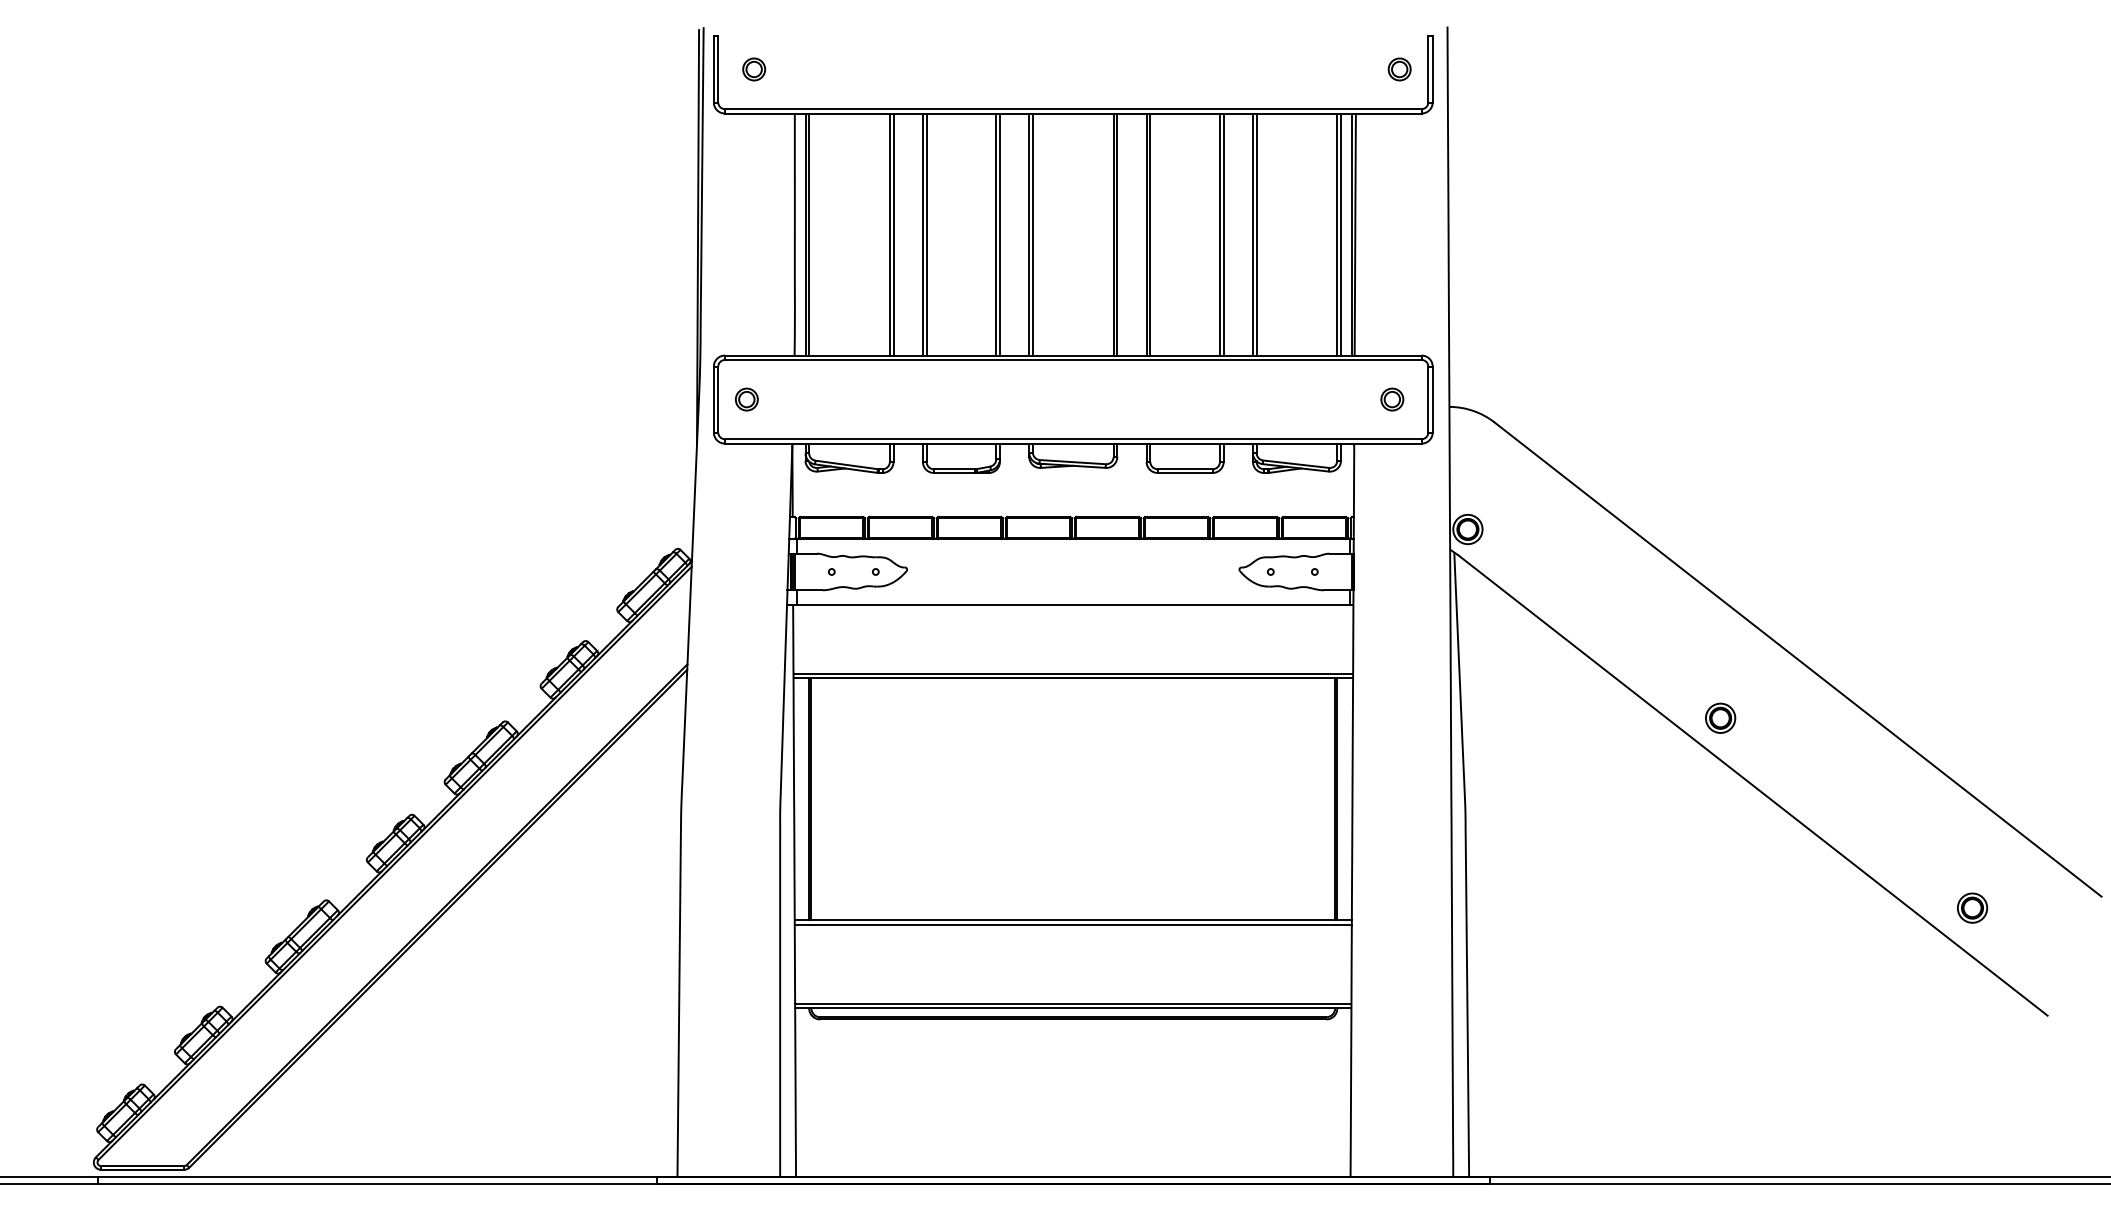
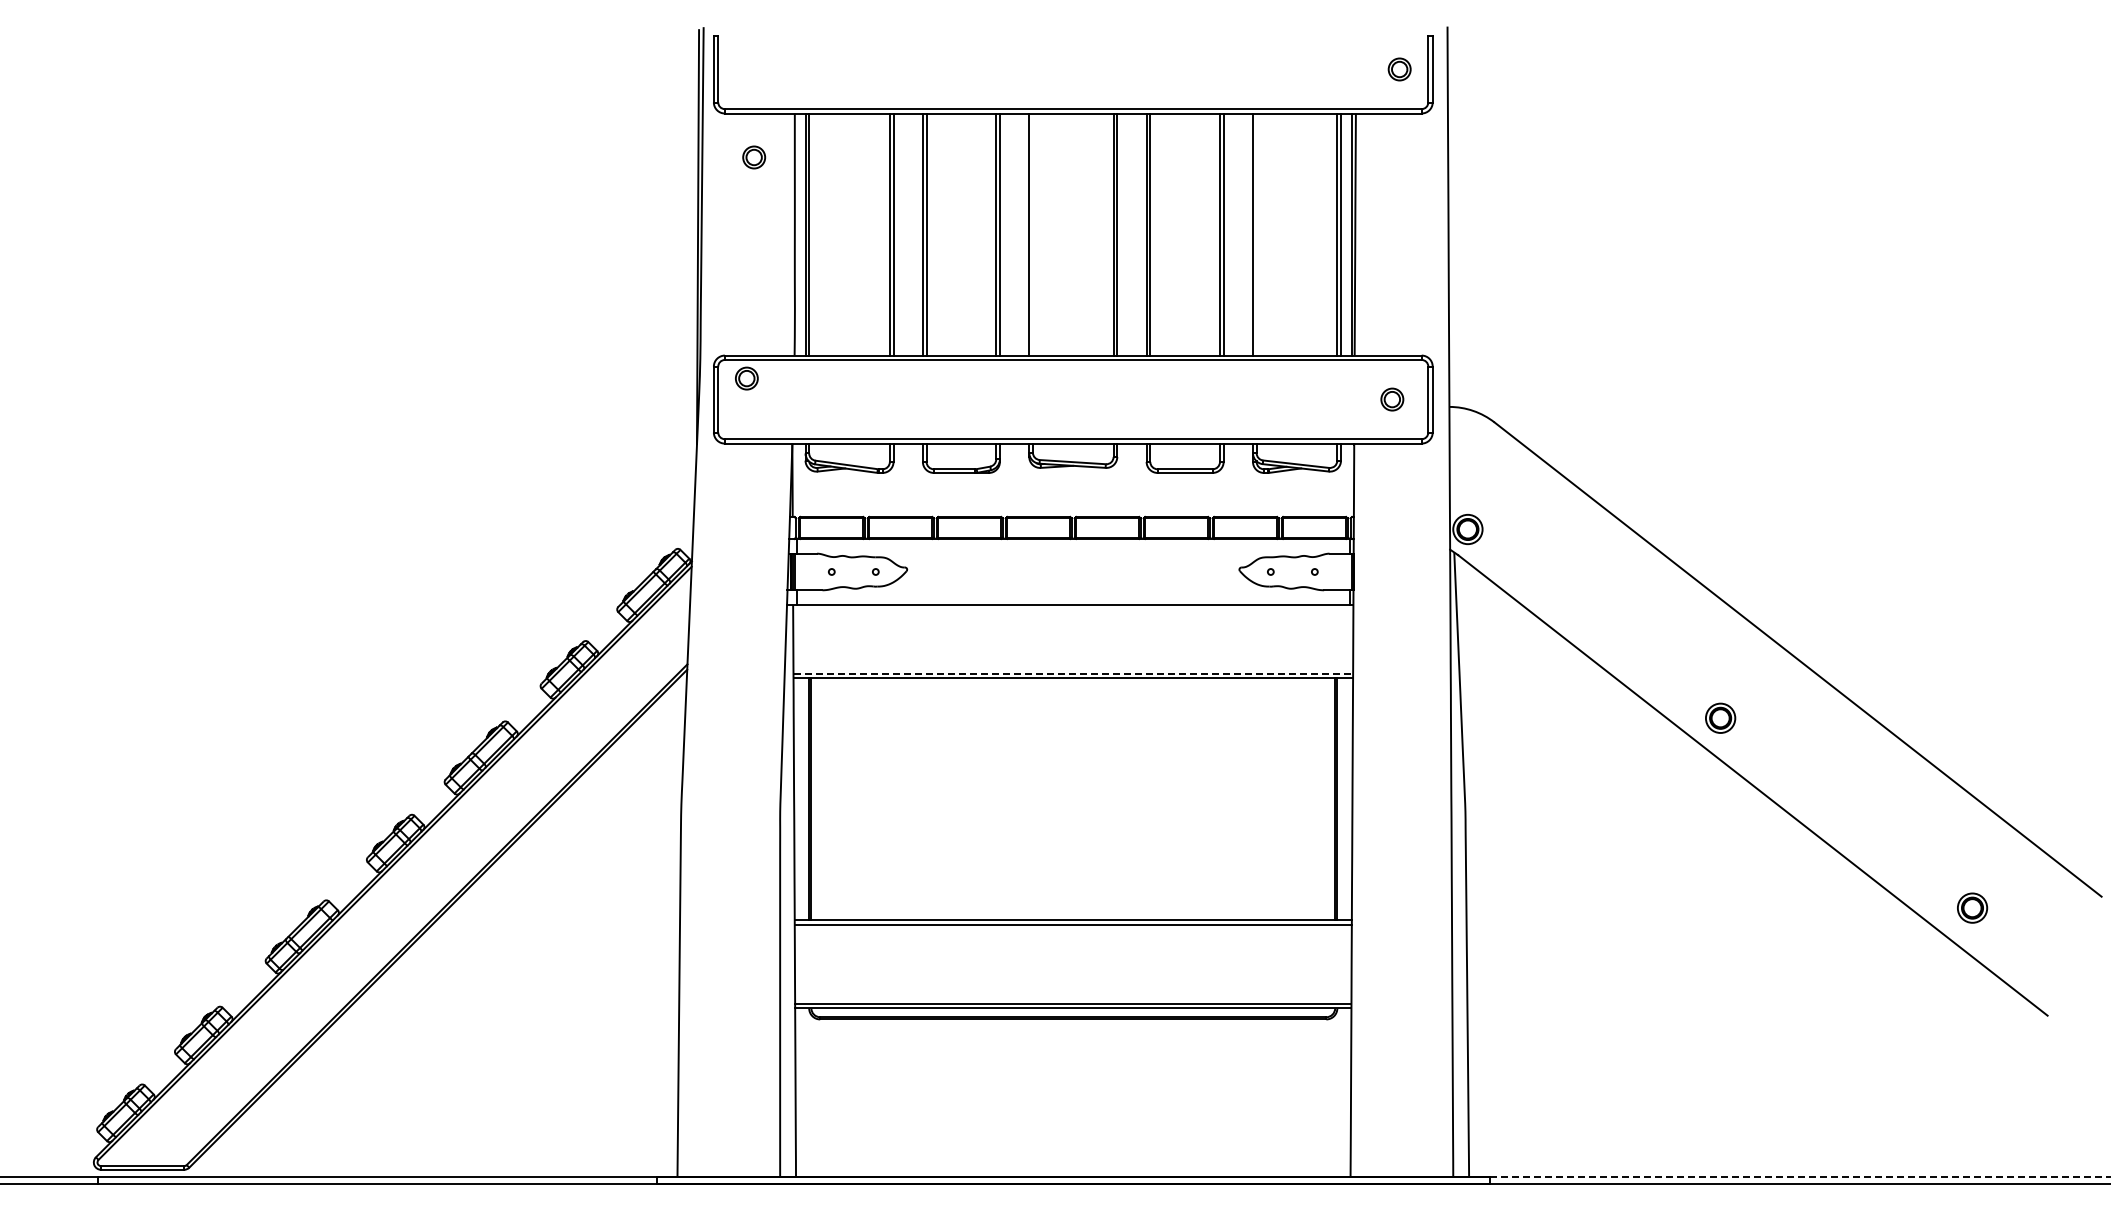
part at (754, 69) position: (754, 69) -> (754, 157)
line at (1032, 234): present -> none
line at (1256, 234): present -> none
part at (746, 399) position: (746, 399) -> (746, 378)
line at (1073, 673): solid -> dashed
line at (1800, 1177): solid -> dashed
